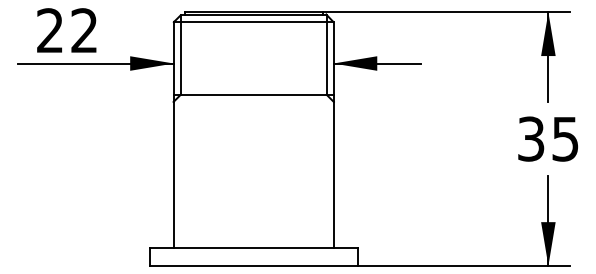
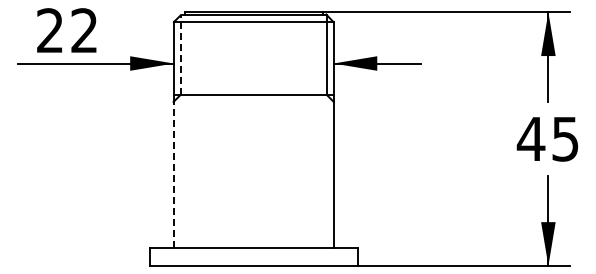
line at (180, 54): solid -> dashed
text at (530, 138): 35 -> 45
line at (173, 174): solid -> dashed
